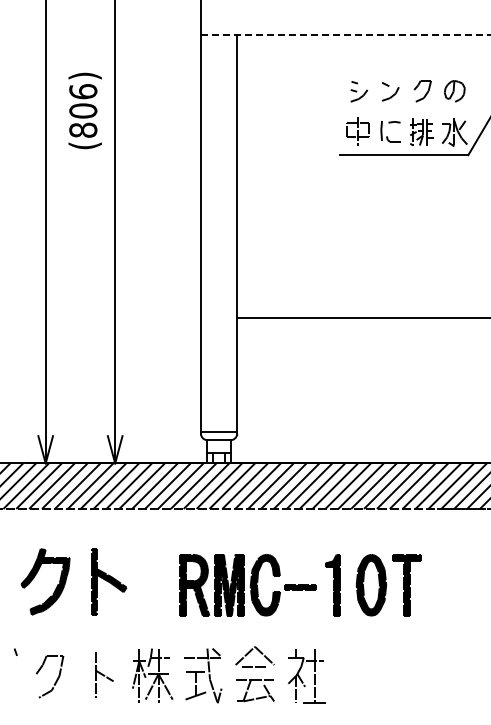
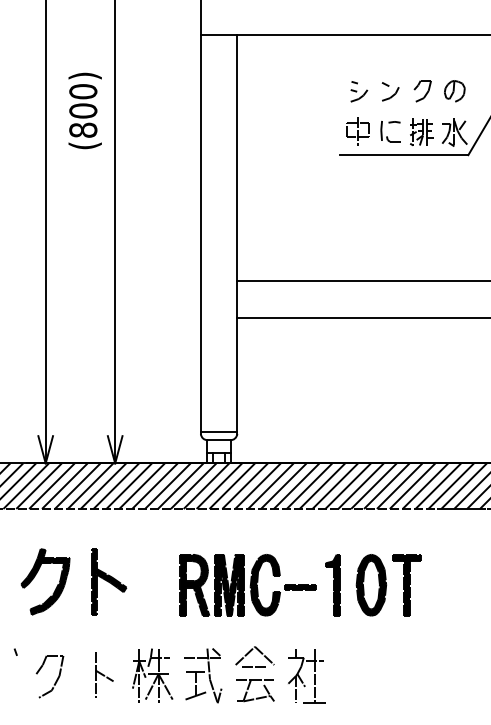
line at (345, 35): dashed -> solid
text at (83, 91): 806 -> 800
line at (362, 281): none -> present
